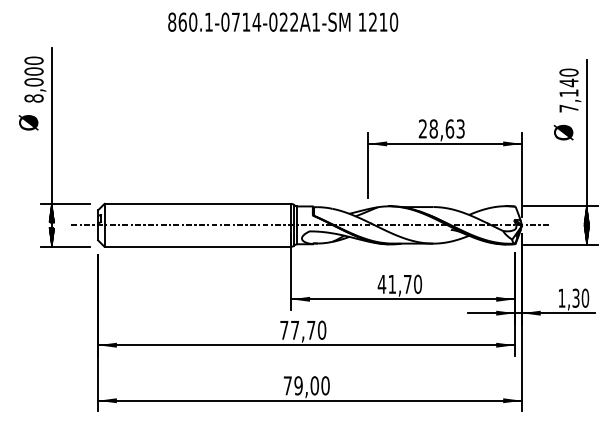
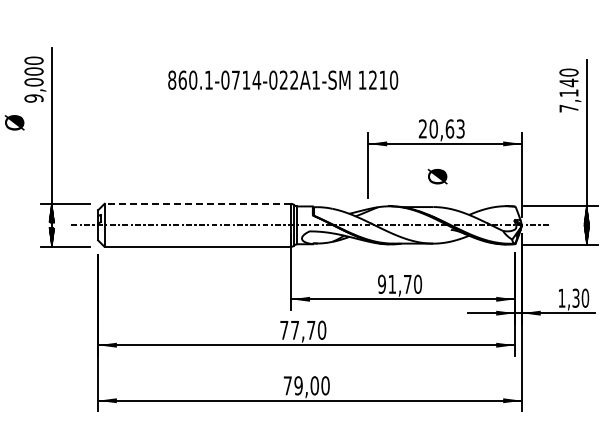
text at (283, 21) position: (283, 21) -> (283, 79)
text at (33, 98): 8,000 -> 9,000
text at (28, 122) position: (28, 122) -> (14, 122)
text at (433, 128): 28,63 -> 20,63
text at (563, 132) position: (563, 132) -> (437, 176)
line at (197, 203): solid -> dashed
text at (381, 283): 41,70 -> 91,70
